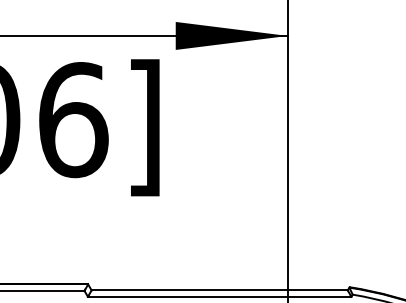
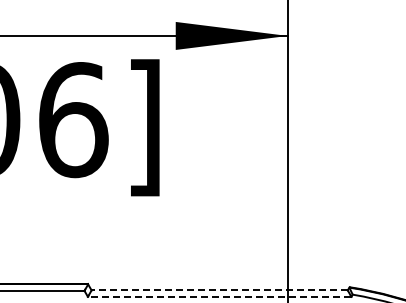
line at (219, 290): solid -> dashed
line at (219, 296): solid -> dashed
